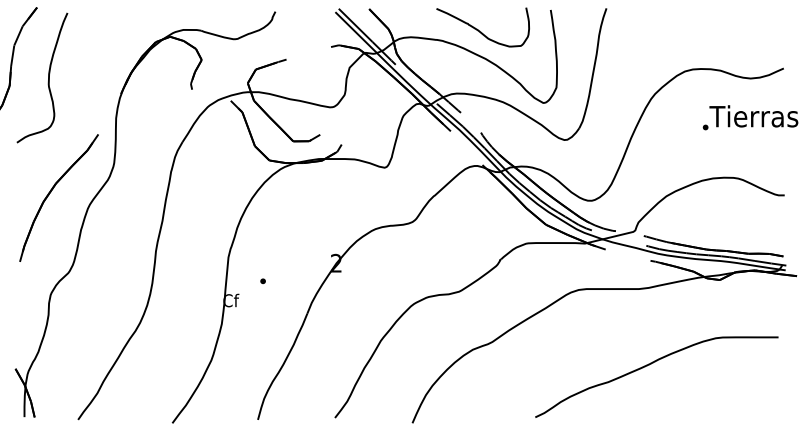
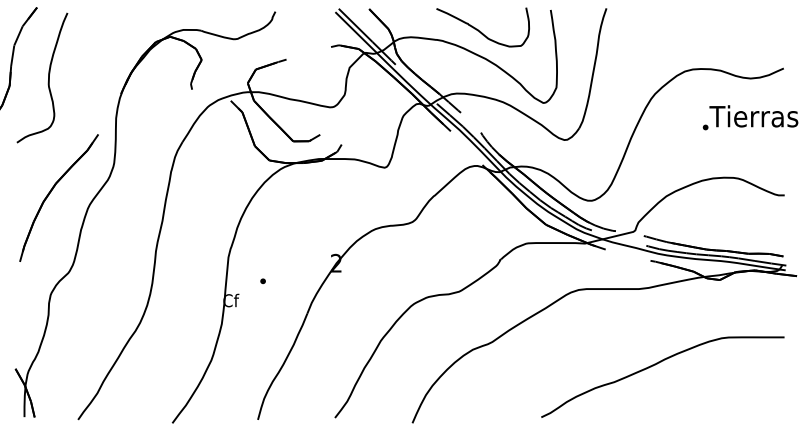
curve at (651, 364) position: (651, 364) -> (657, 364)
